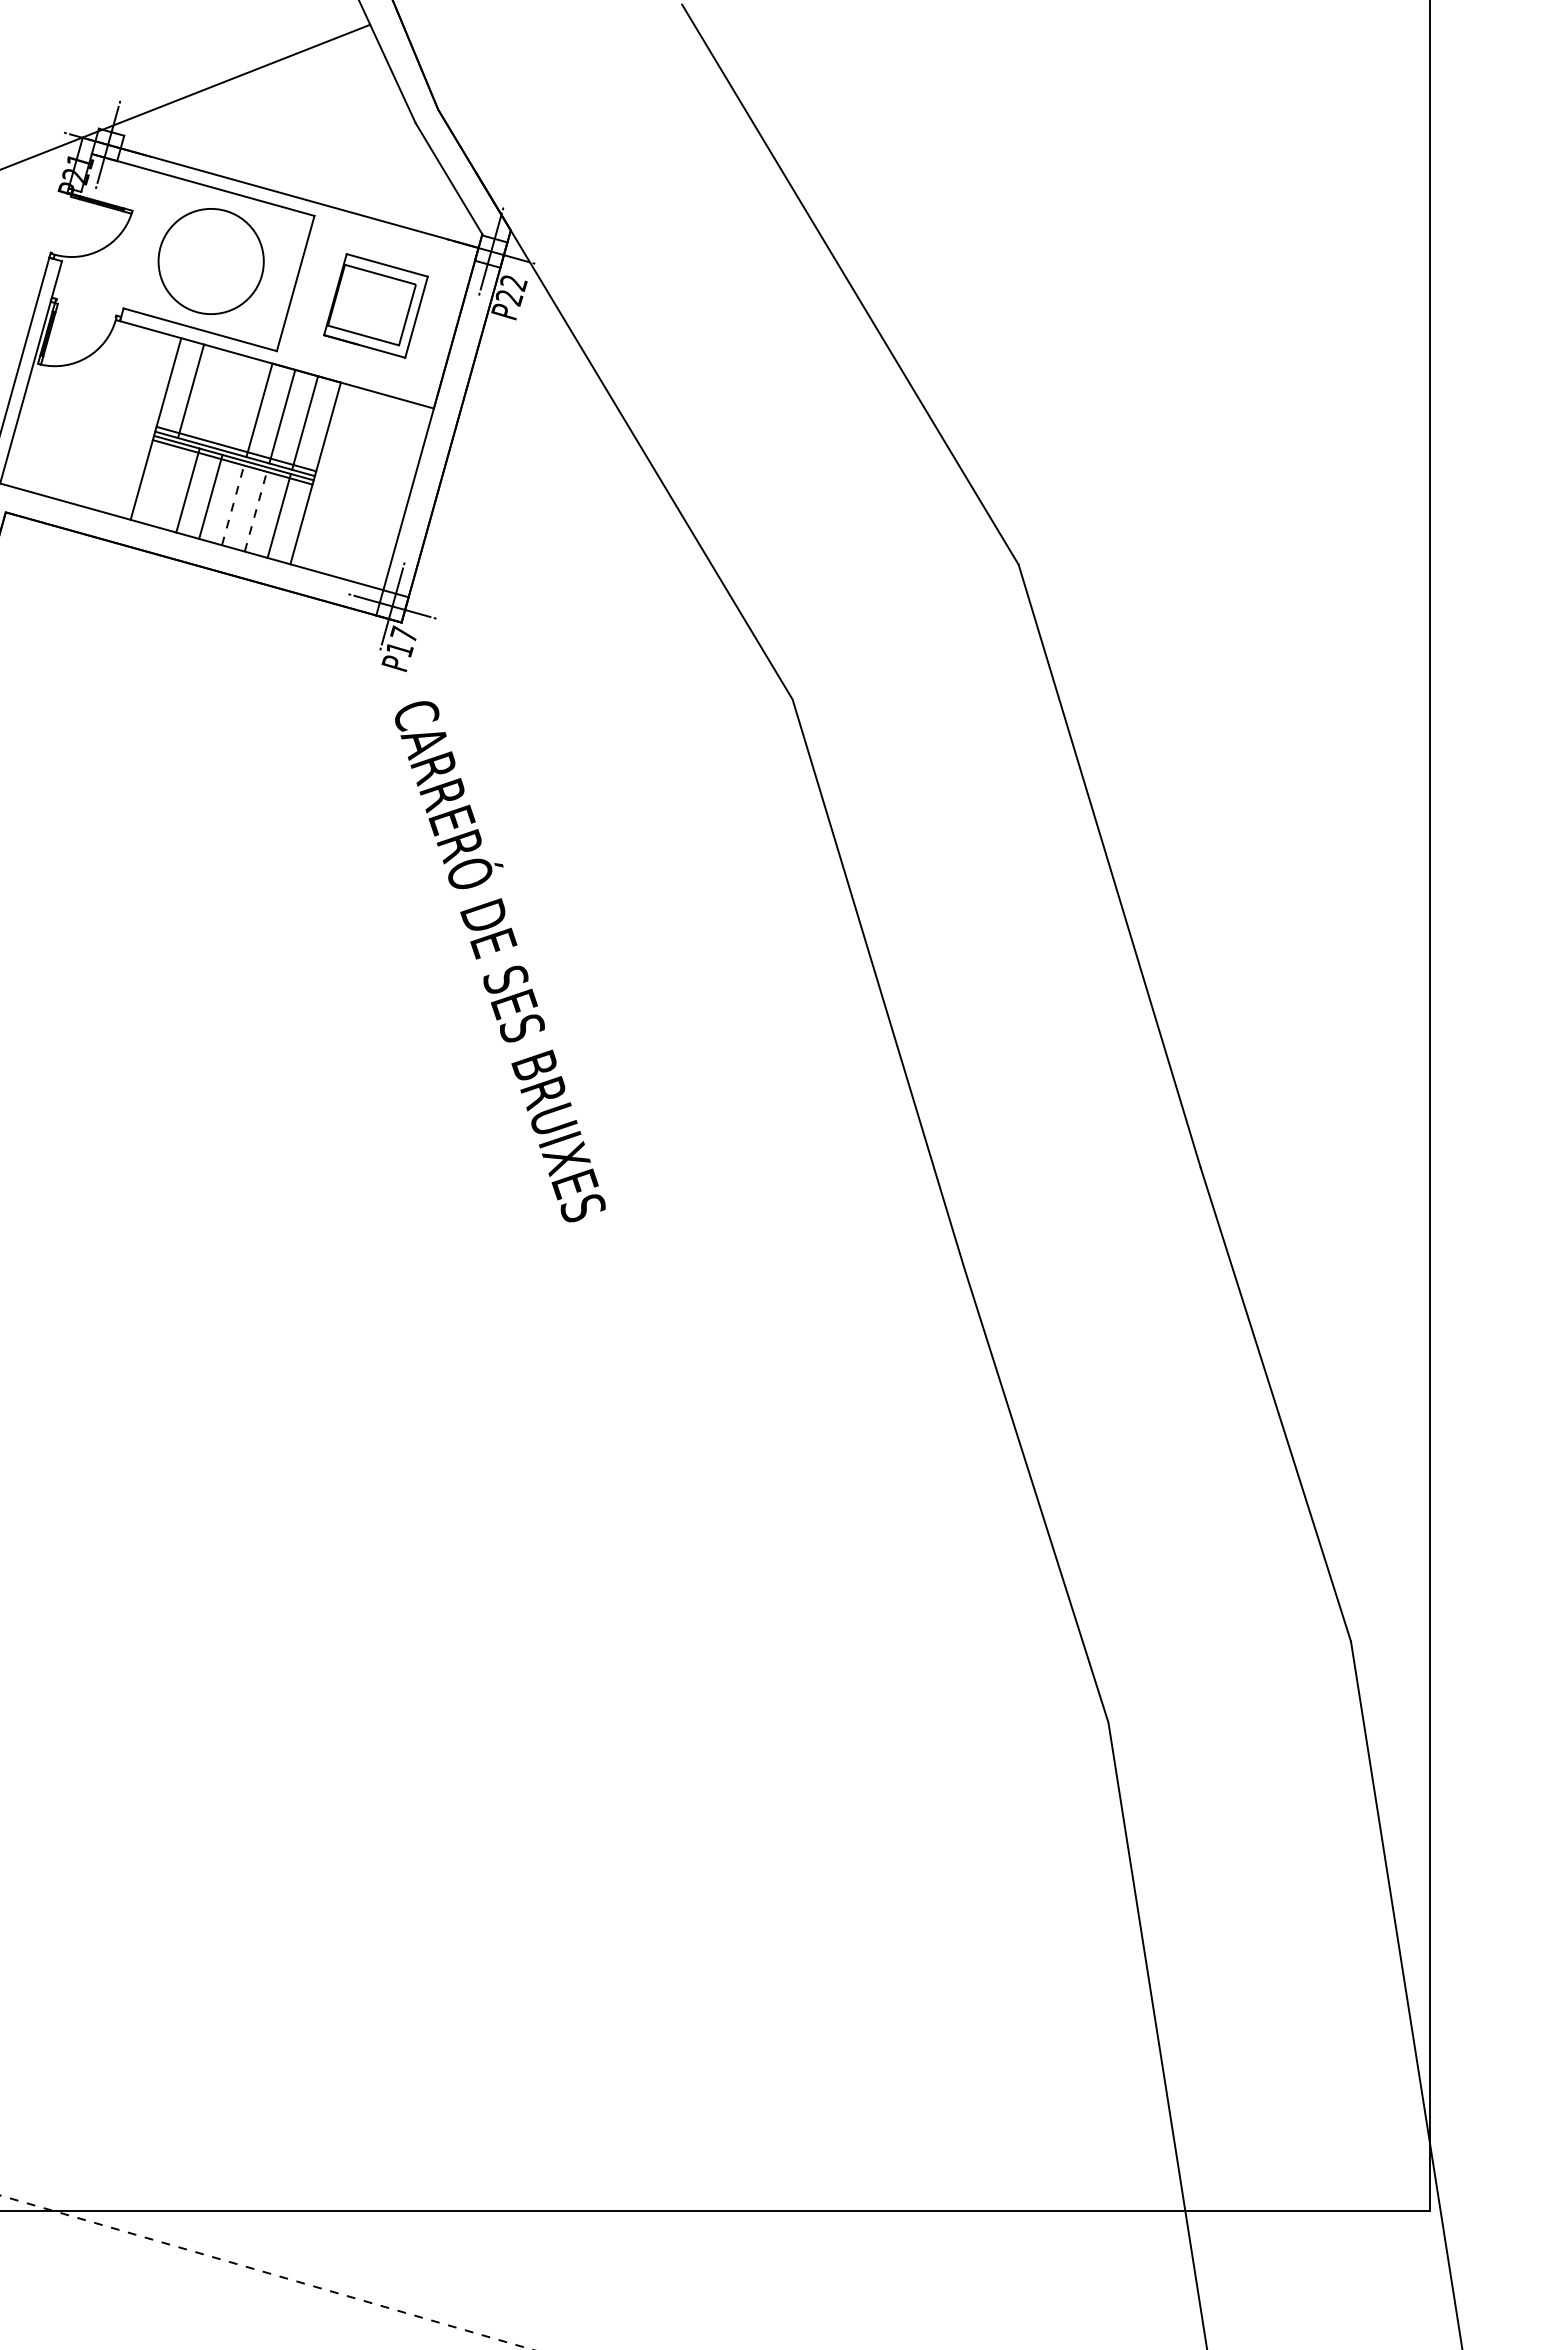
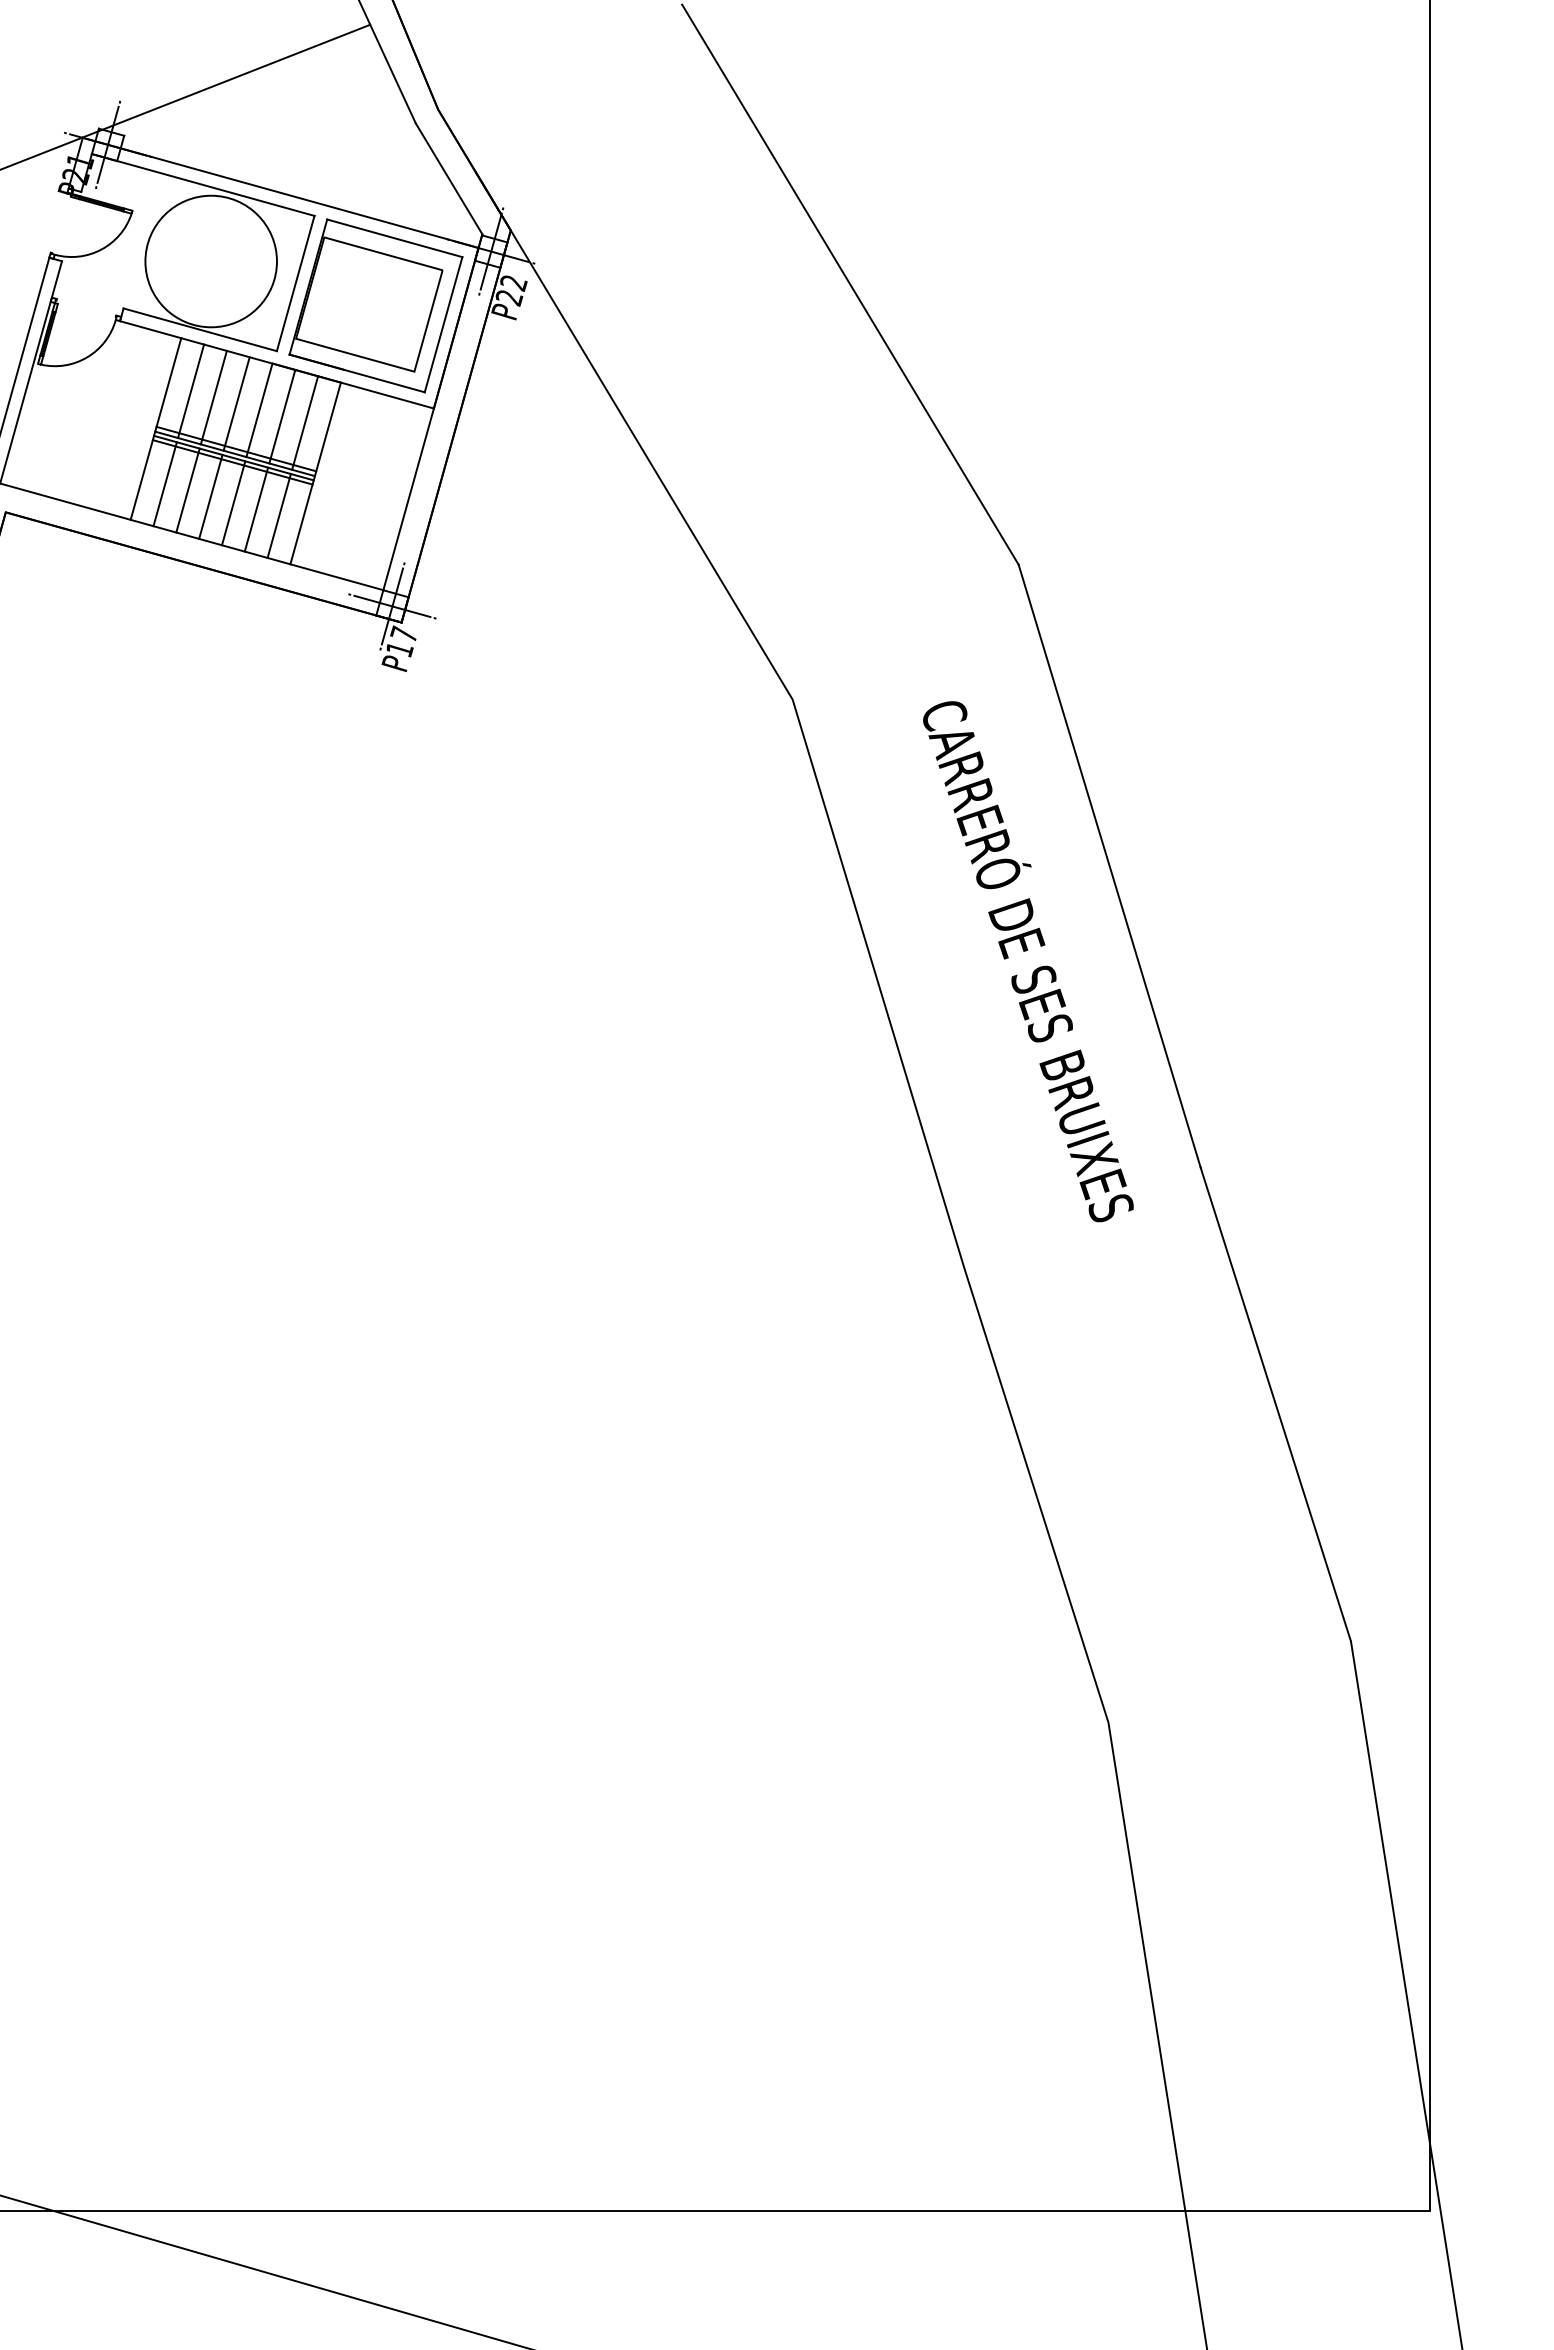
circle at (210, 261) diameter: 105 px -> 132 px
part at (375, 305) size: 106x106 px -> 176x176 px
line at (213, 397): none -> present
line at (236, 403): none -> present
line at (164, 484): none -> present
line at (233, 503): dashed -> solid
line at (256, 509): dashed -> solid
text at (500, 961) position: (500, 961) -> (1028, 961)
line at (266, 2272): dashed -> solid
